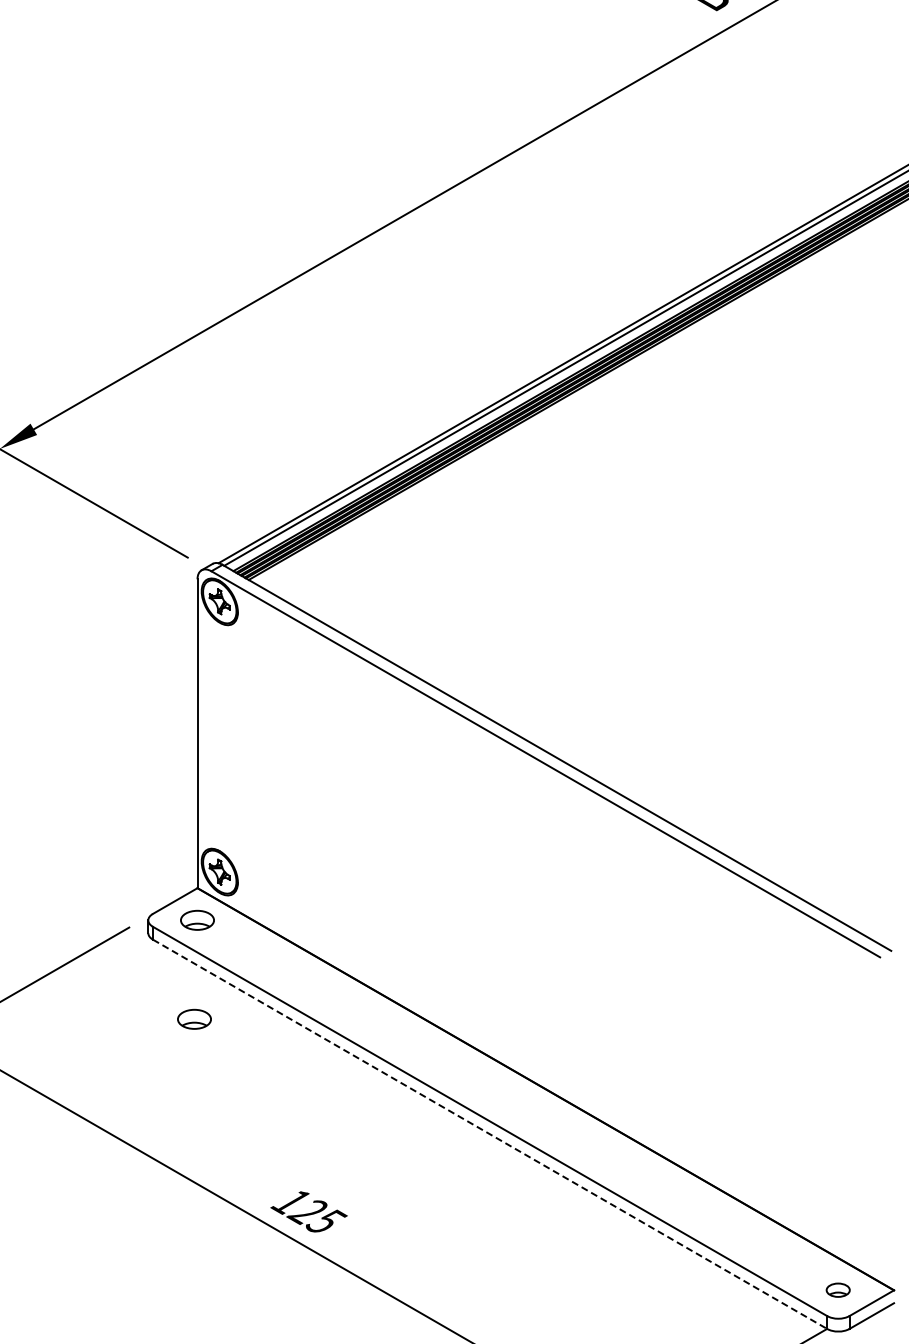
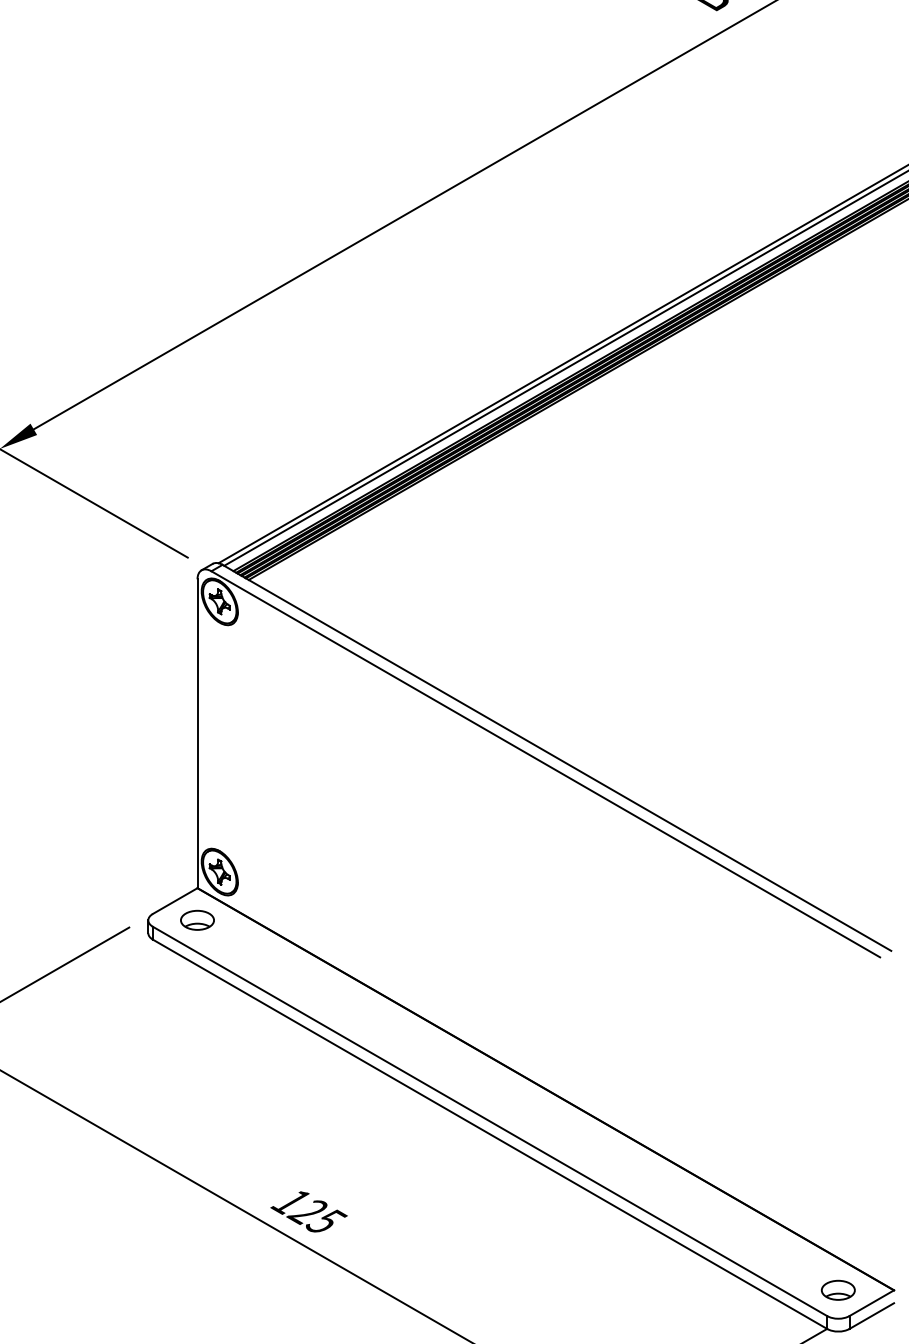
part at (194, 1018): present -> none
line at (490, 1134): dashed -> solid
part at (837, 1289) size: 26x16 px -> 36x22 px
